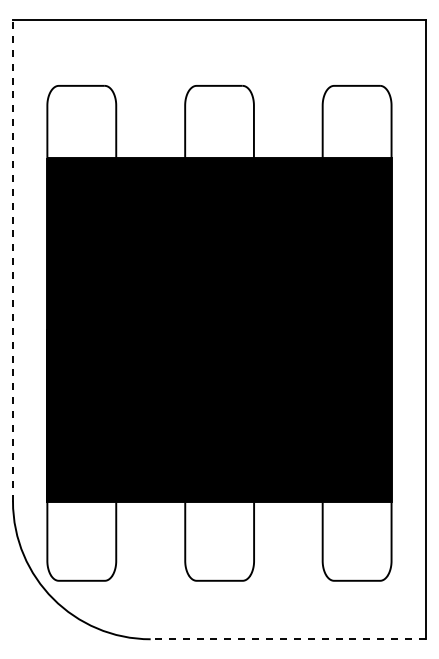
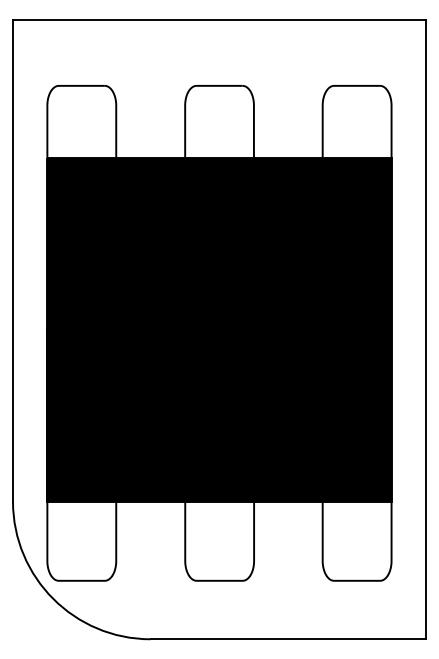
line at (13, 260): dashed -> solid
line at (288, 639): dashed -> solid
